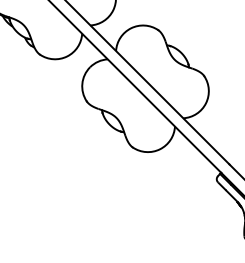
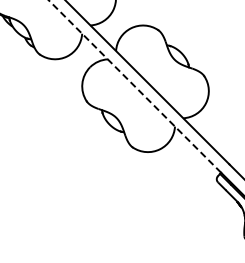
line at (134, 86): solid -> dashed
